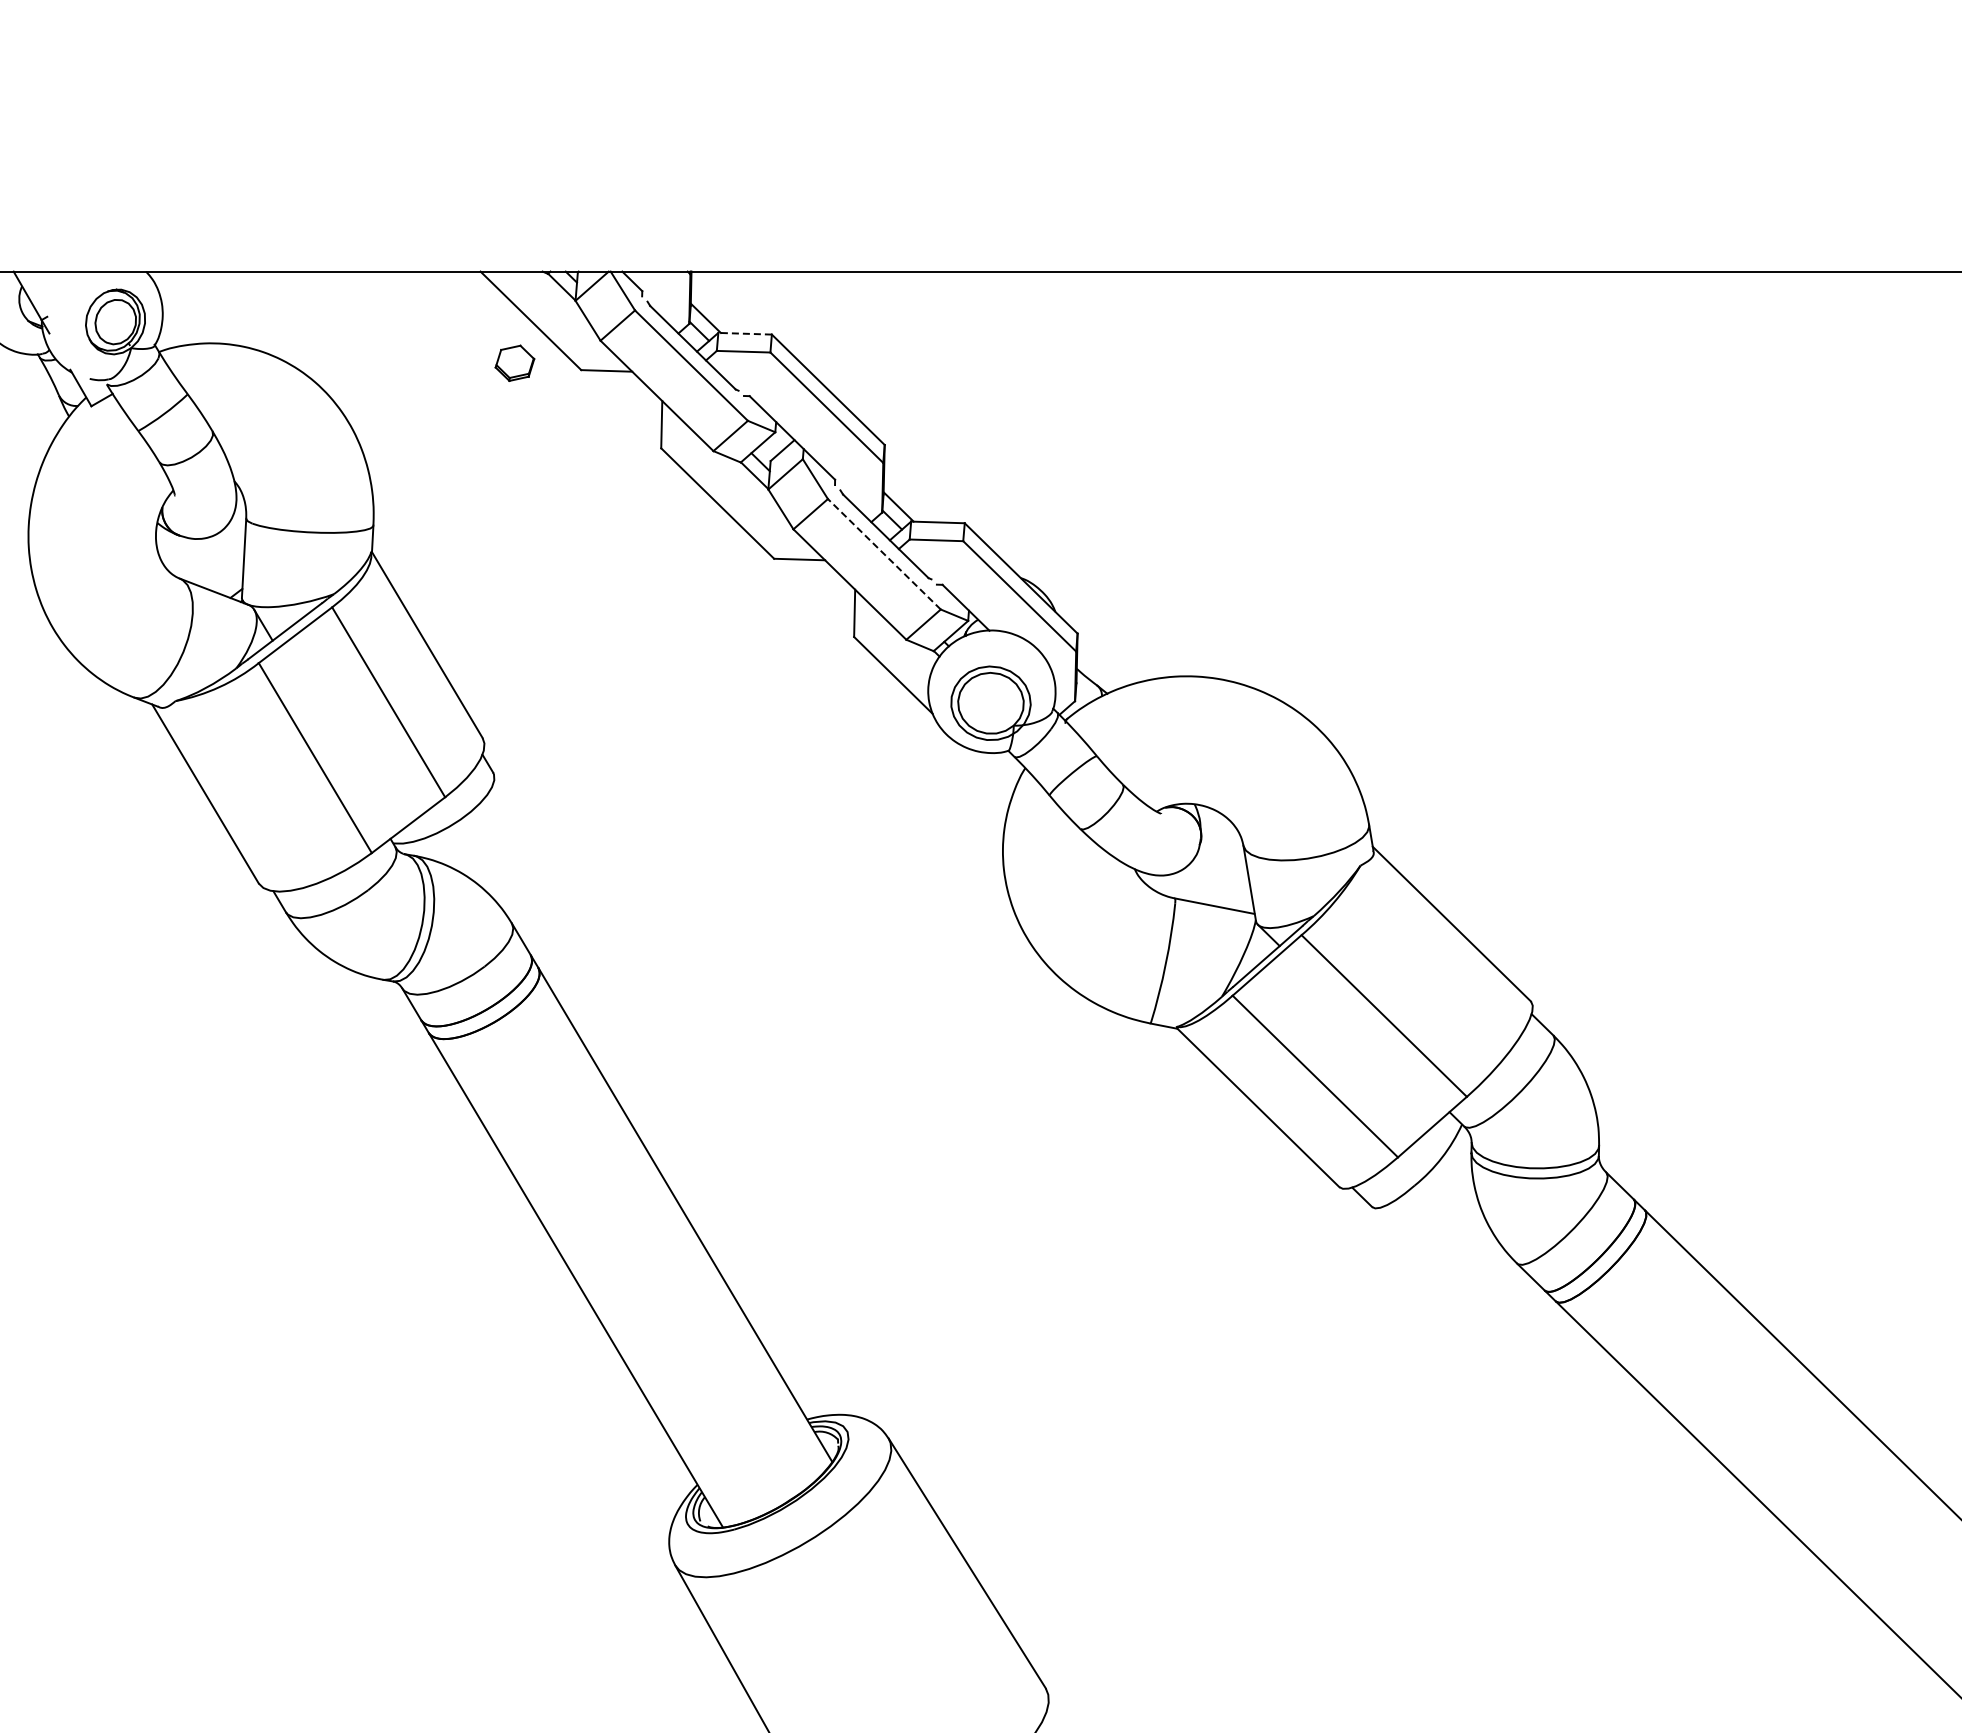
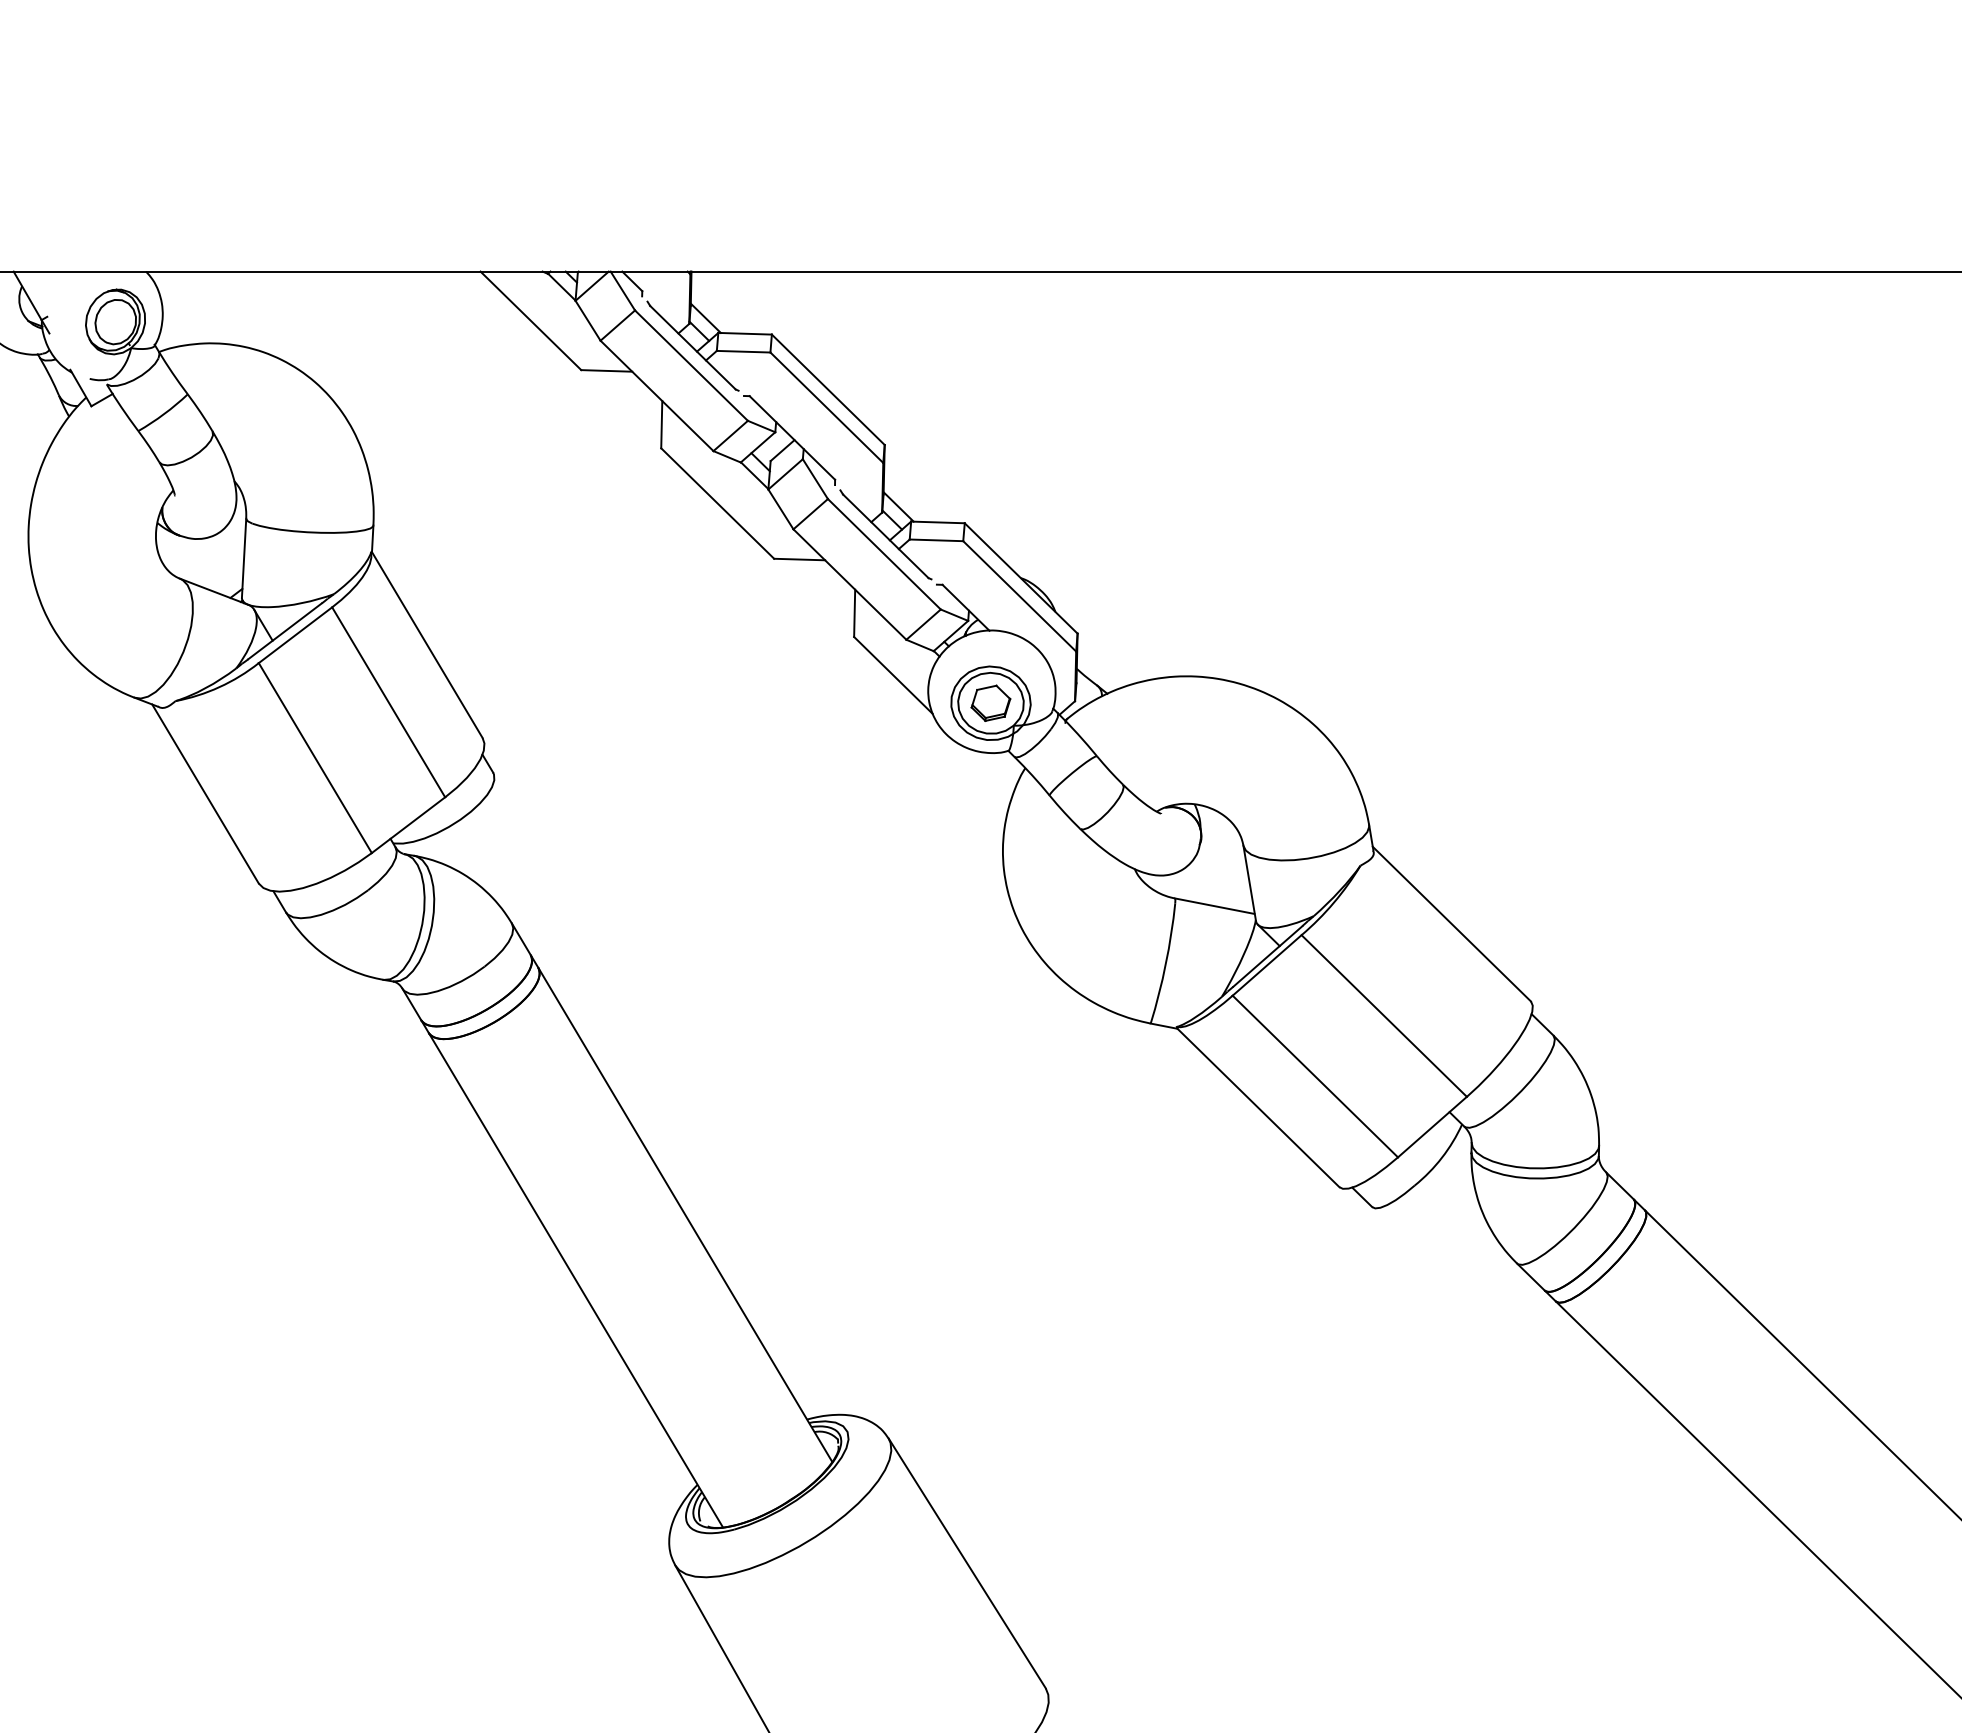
line at (745, 333): dashed -> solid
part at (514, 362) position: (514, 362) -> (990, 702)
line at (884, 554): dashed -> solid
